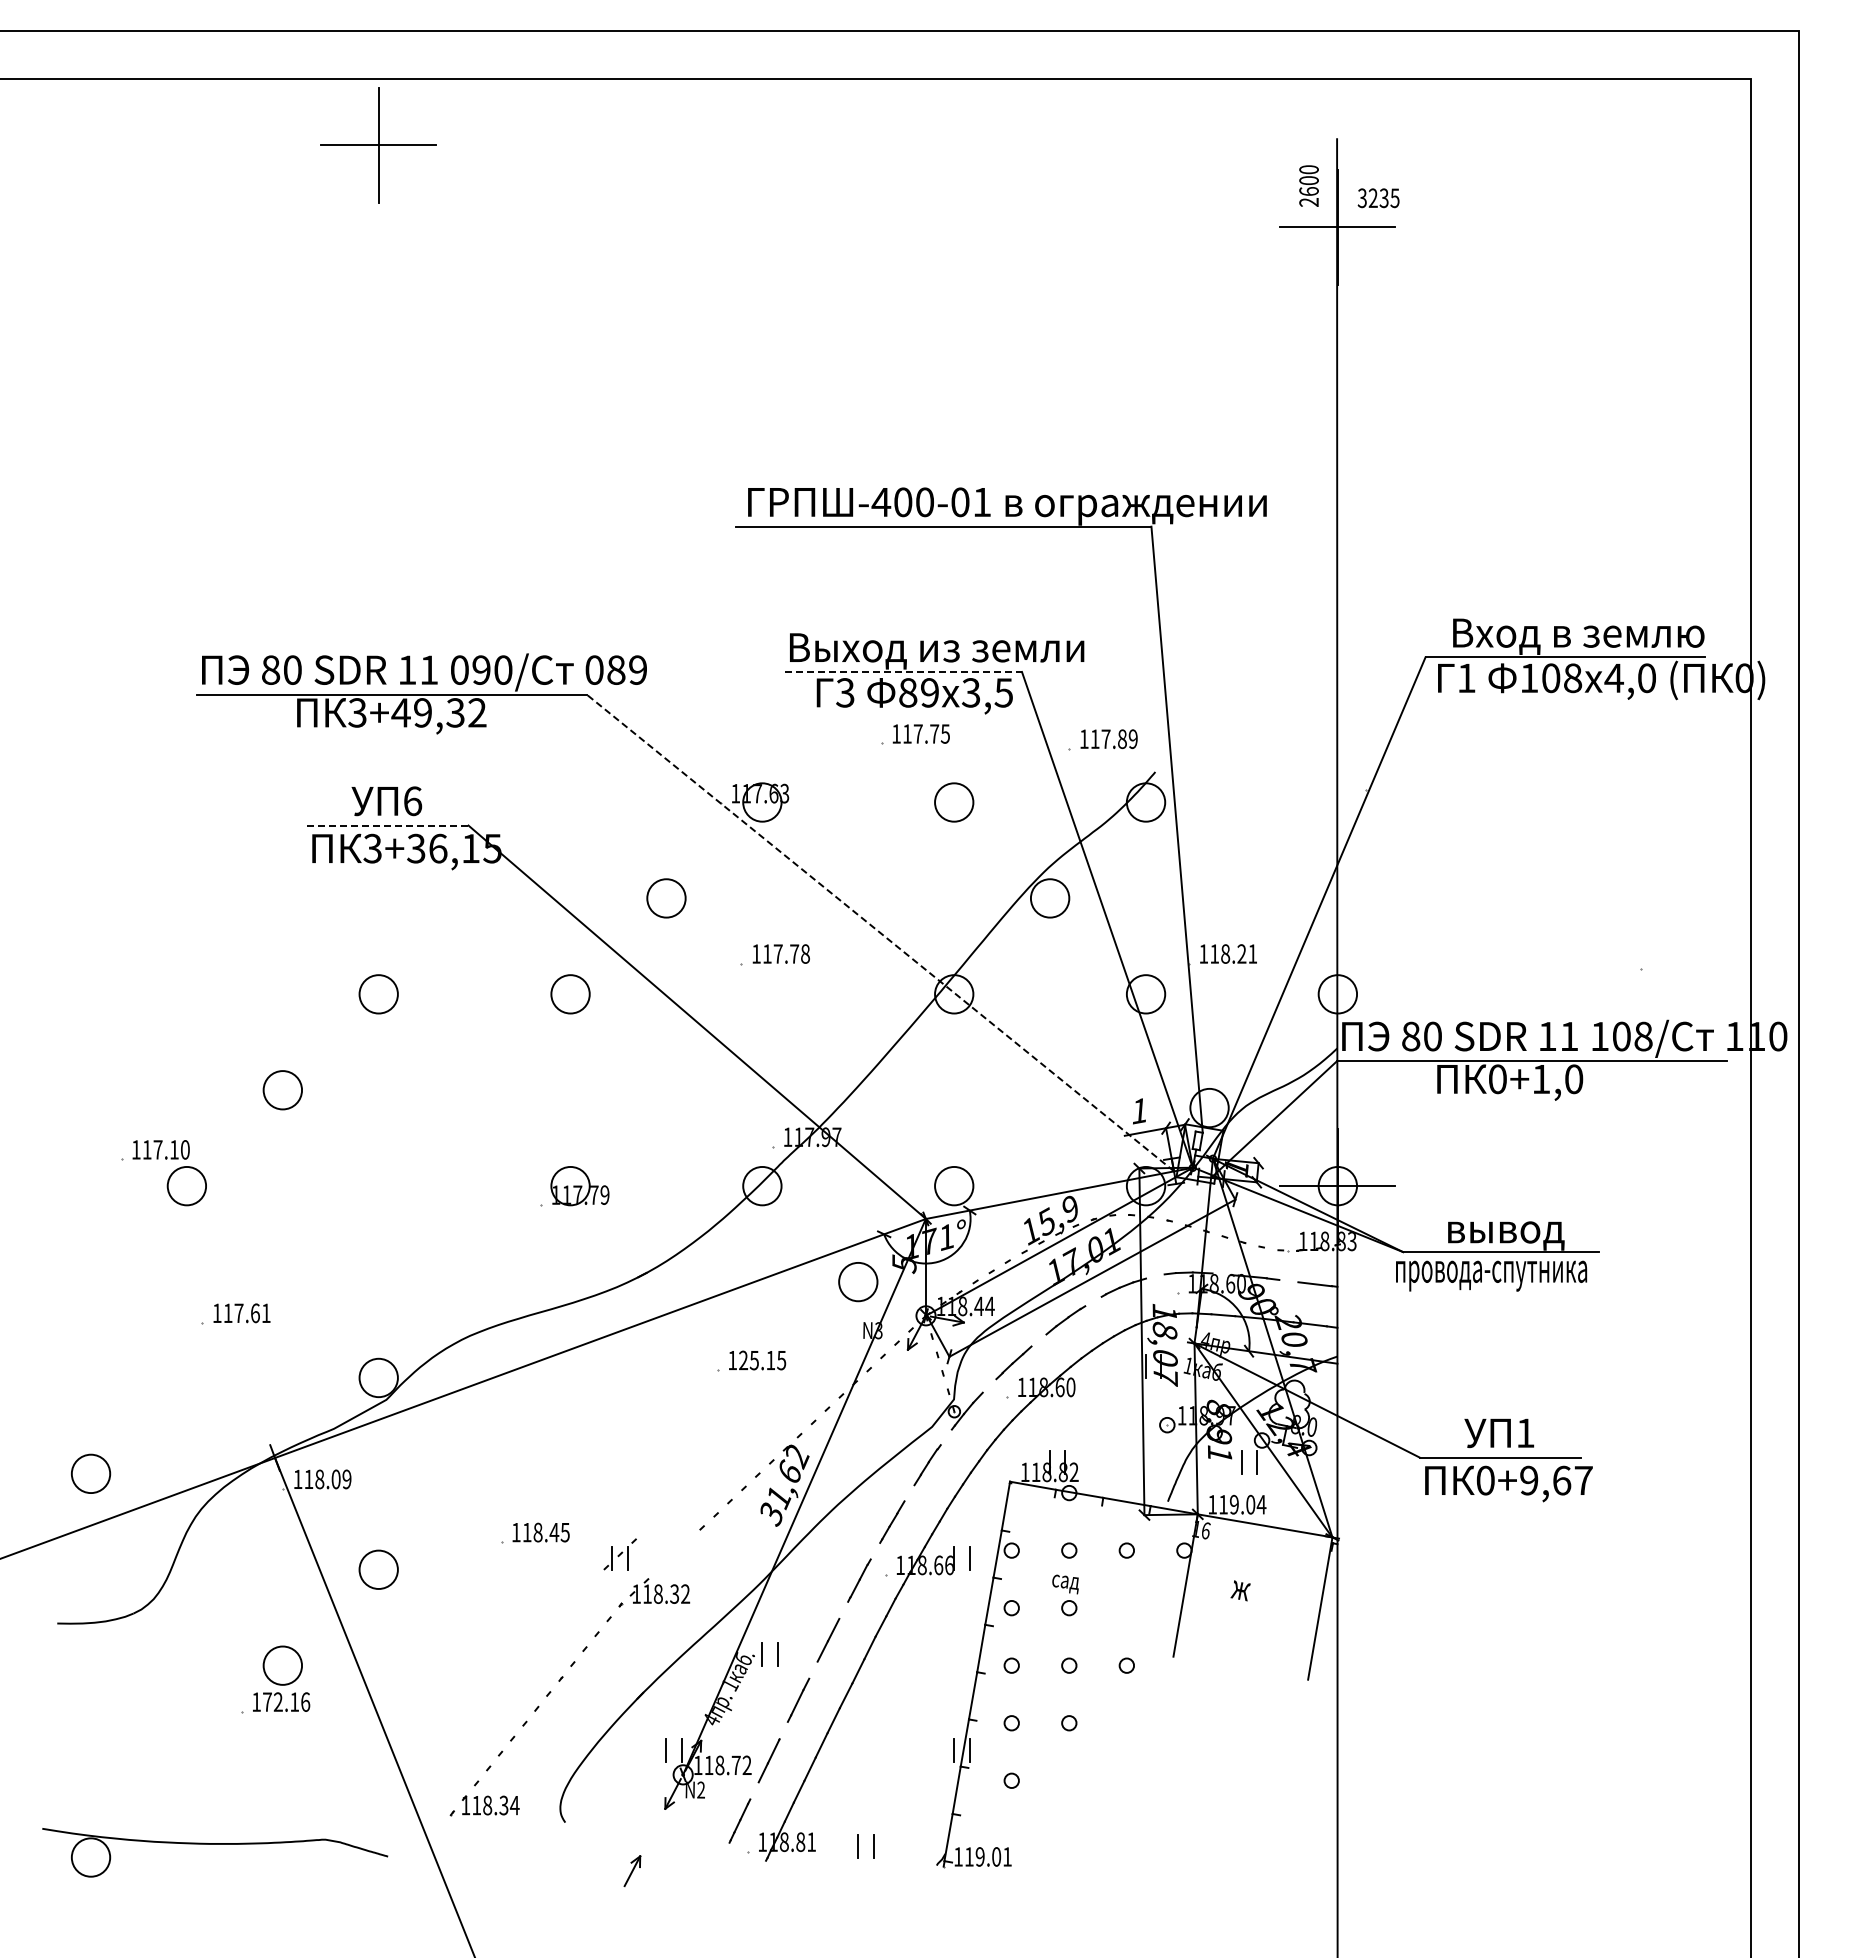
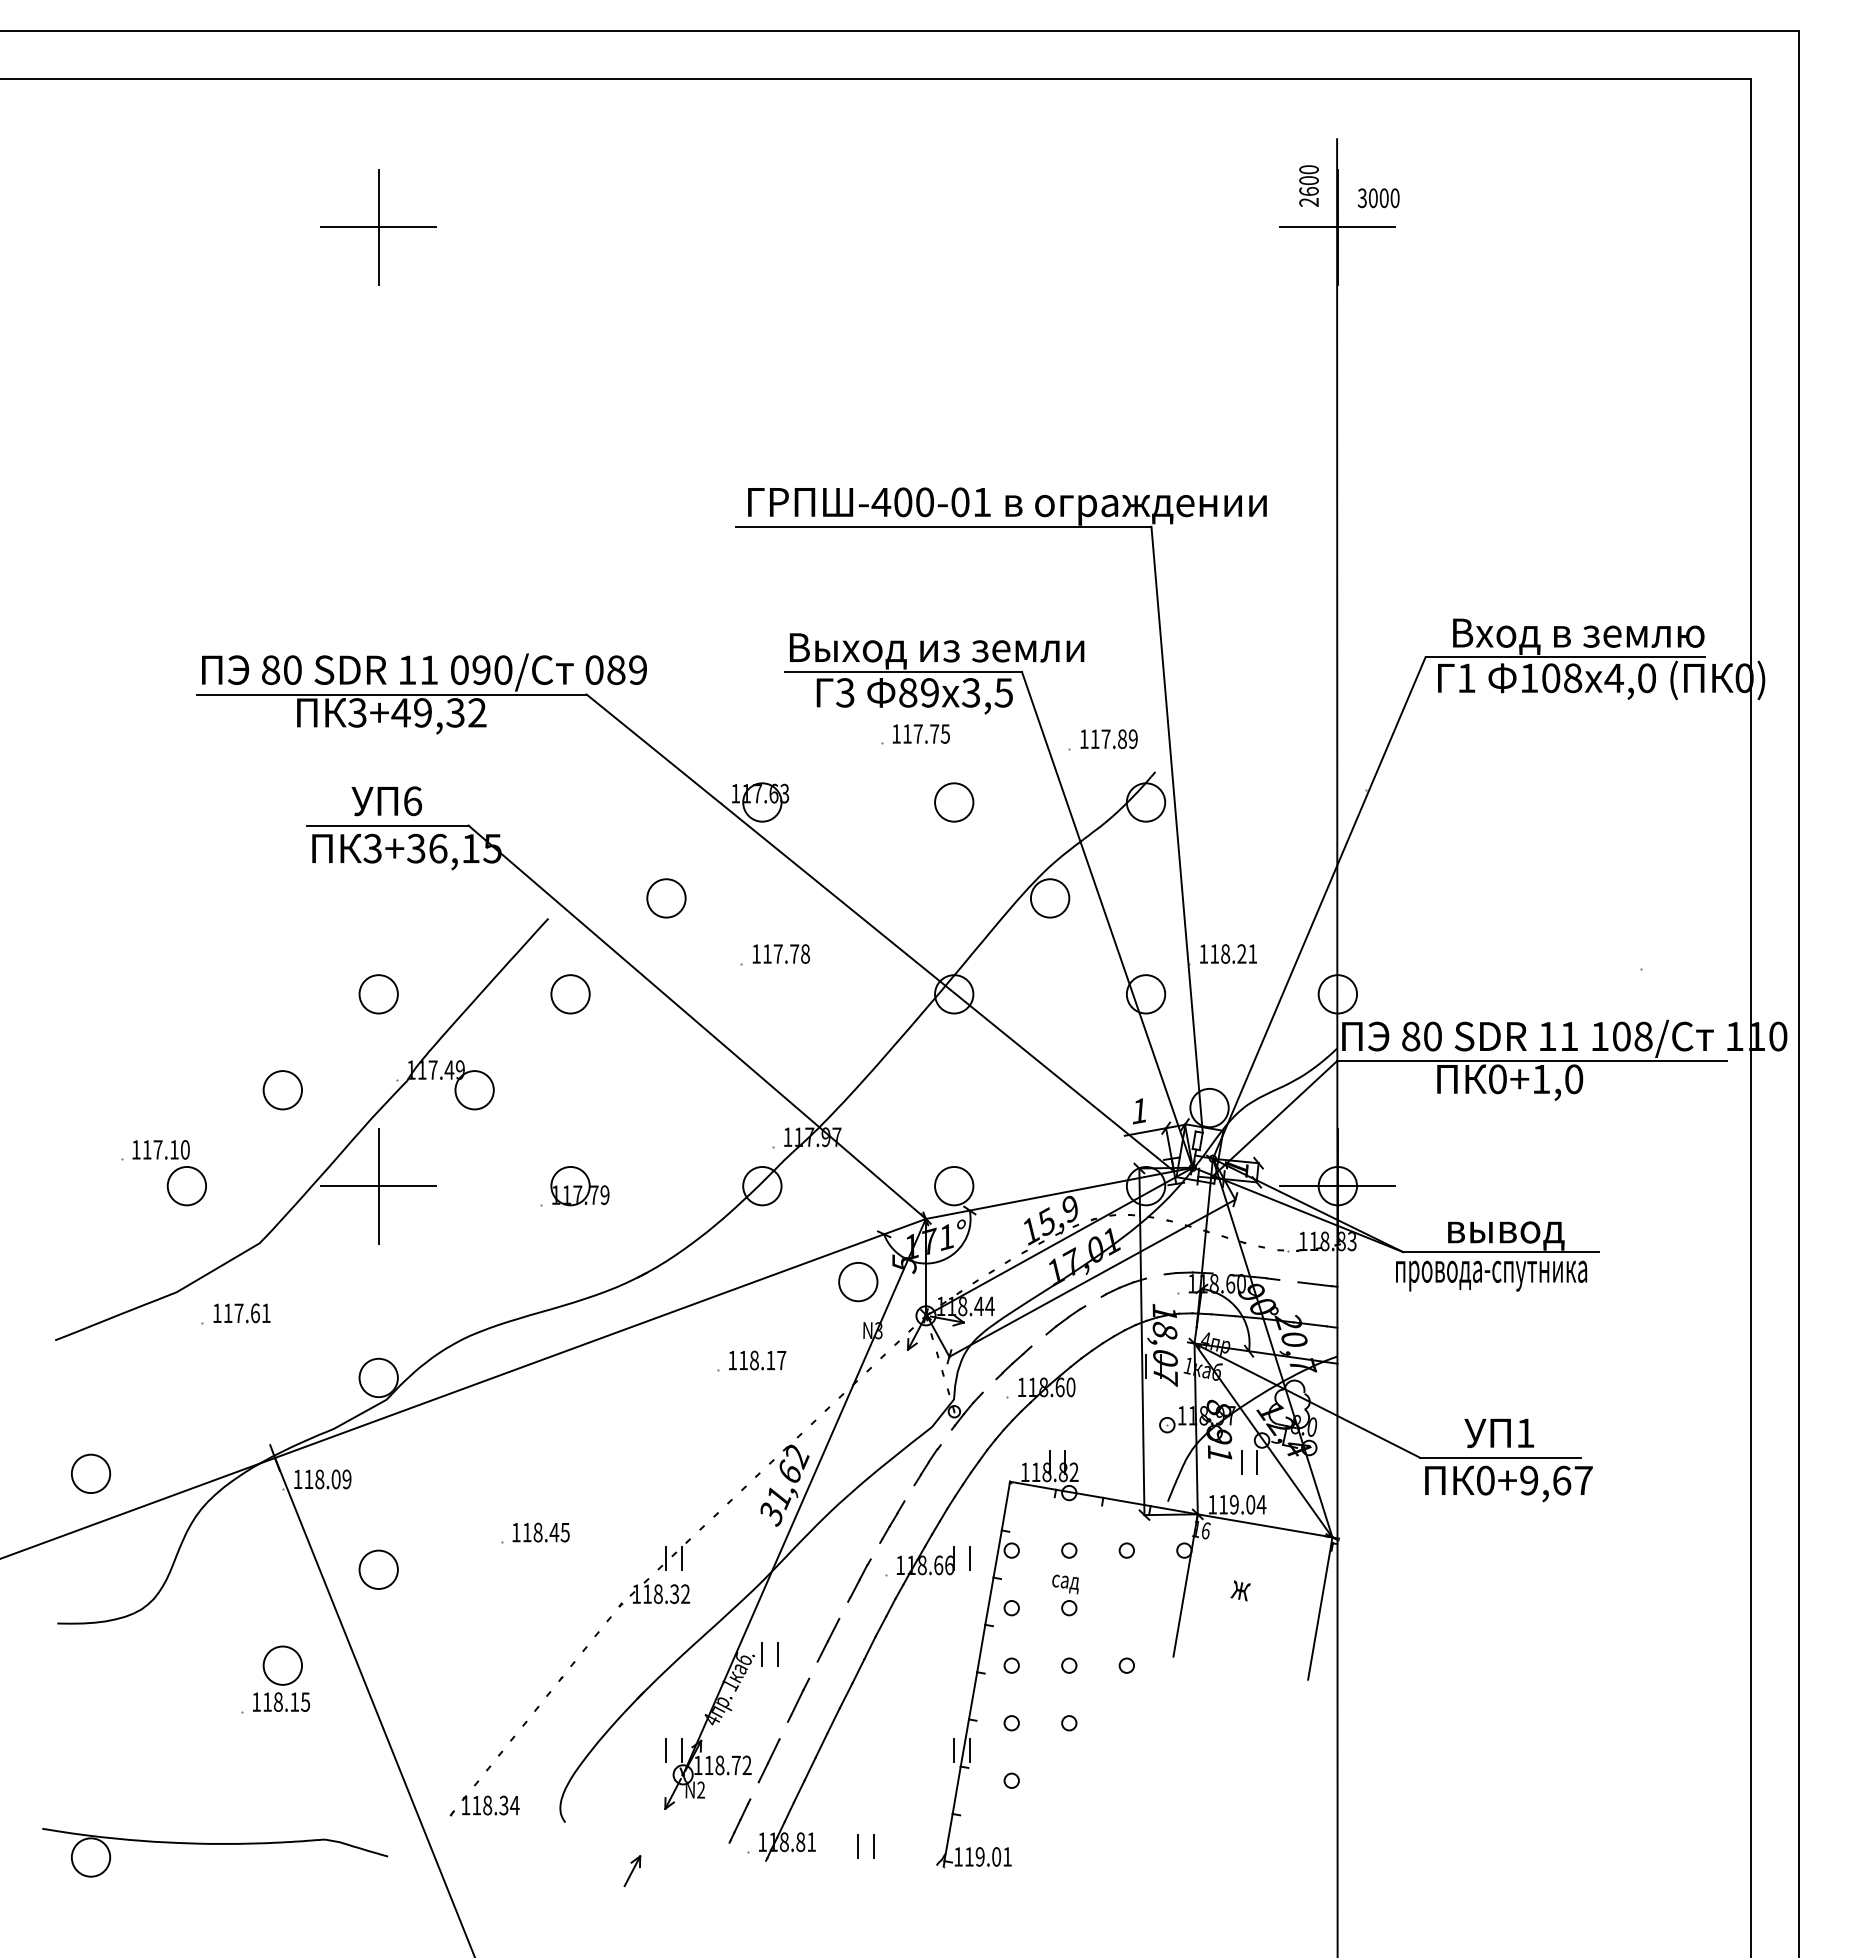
part at (378, 145) position: (378, 145) -> (378, 227)
text at (1383, 198): 3235 -> 3000
line at (904, 672): dashed -> solid
line at (387, 825): dashed -> solid
line at (879, 932): dashed -> solid
part at (337, 1155): none -> present
text at (762, 1360): 125.15 -> 118.17
part at (619, 1554) position: (619, 1554) -> (673, 1554)
text at (286, 1701): 172.16 -> 118.15
